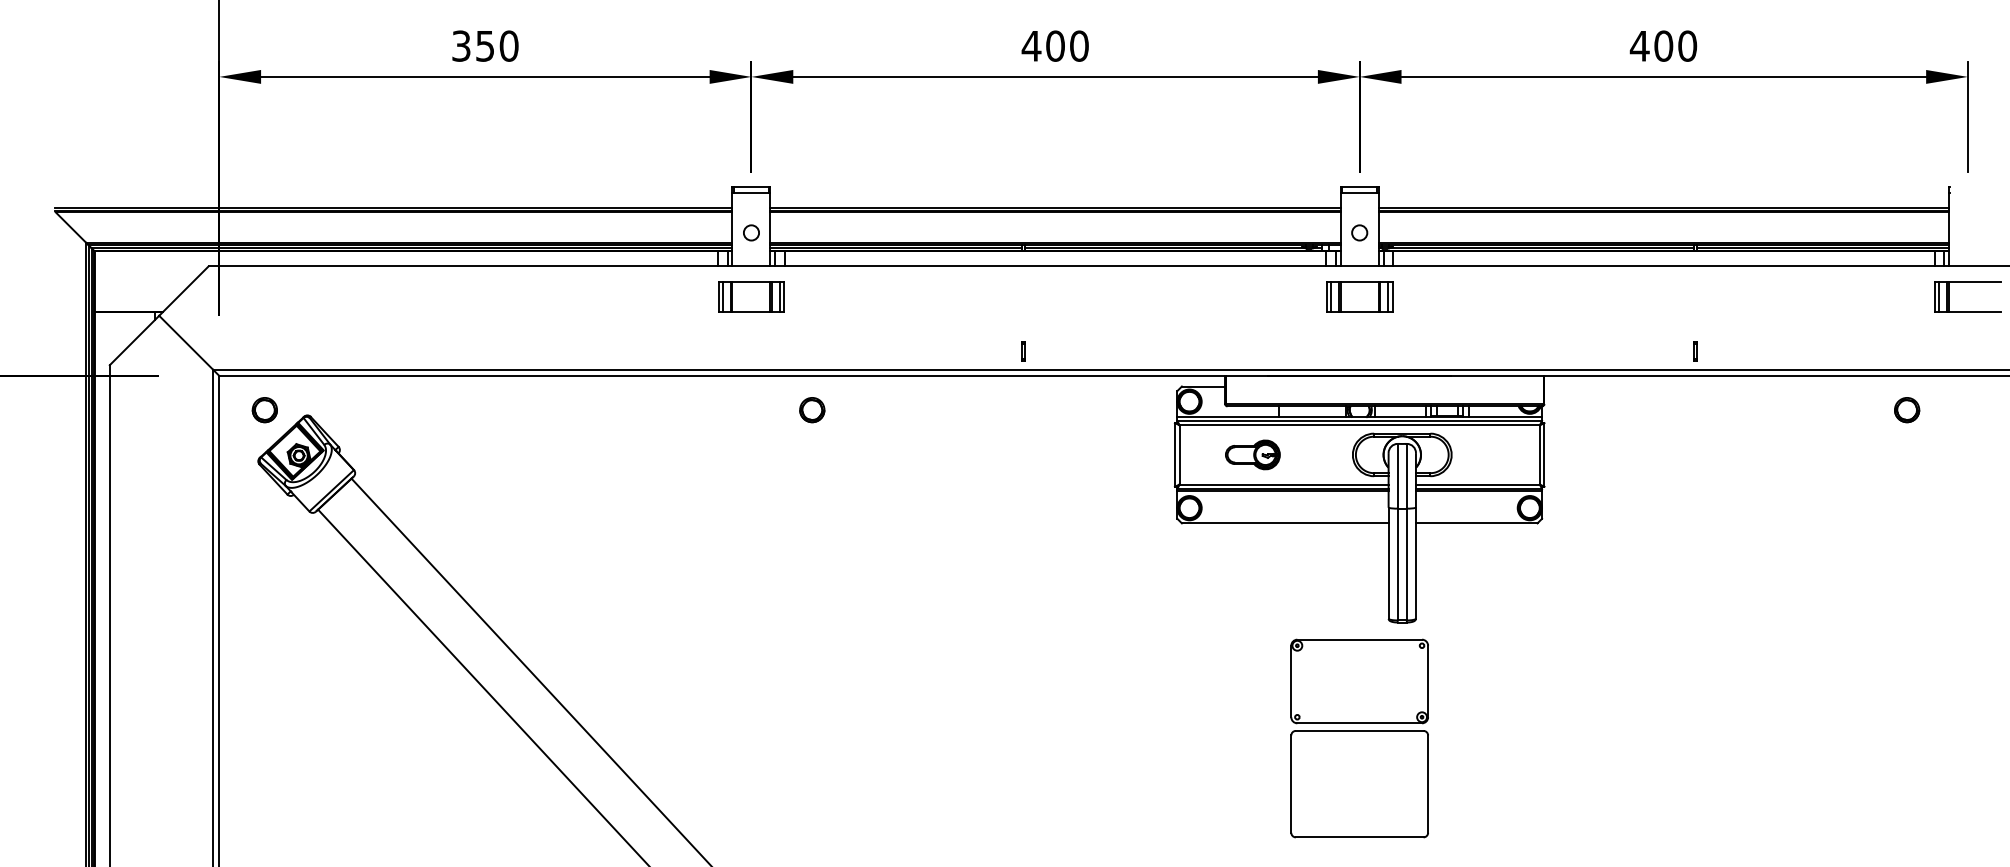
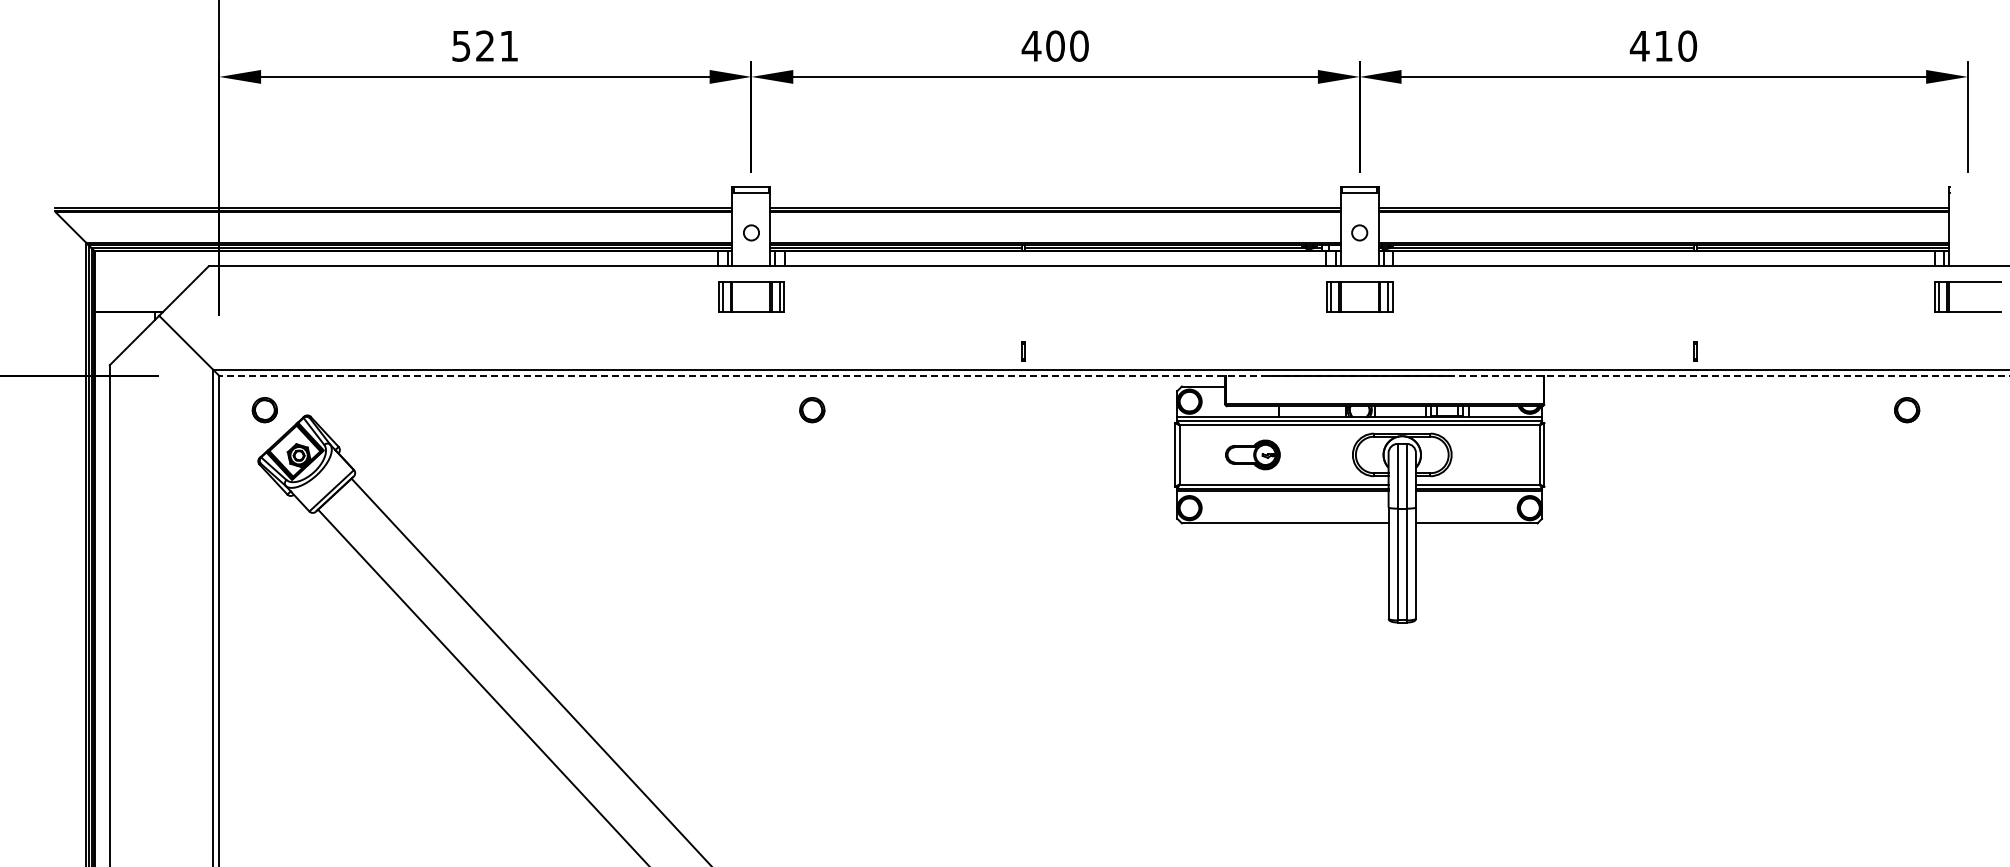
text at (485, 45): 350 -> 521
text at (1663, 45): 400 -> 410
line at (1114, 375): solid -> dashed
part at (1359, 738): present -> none
